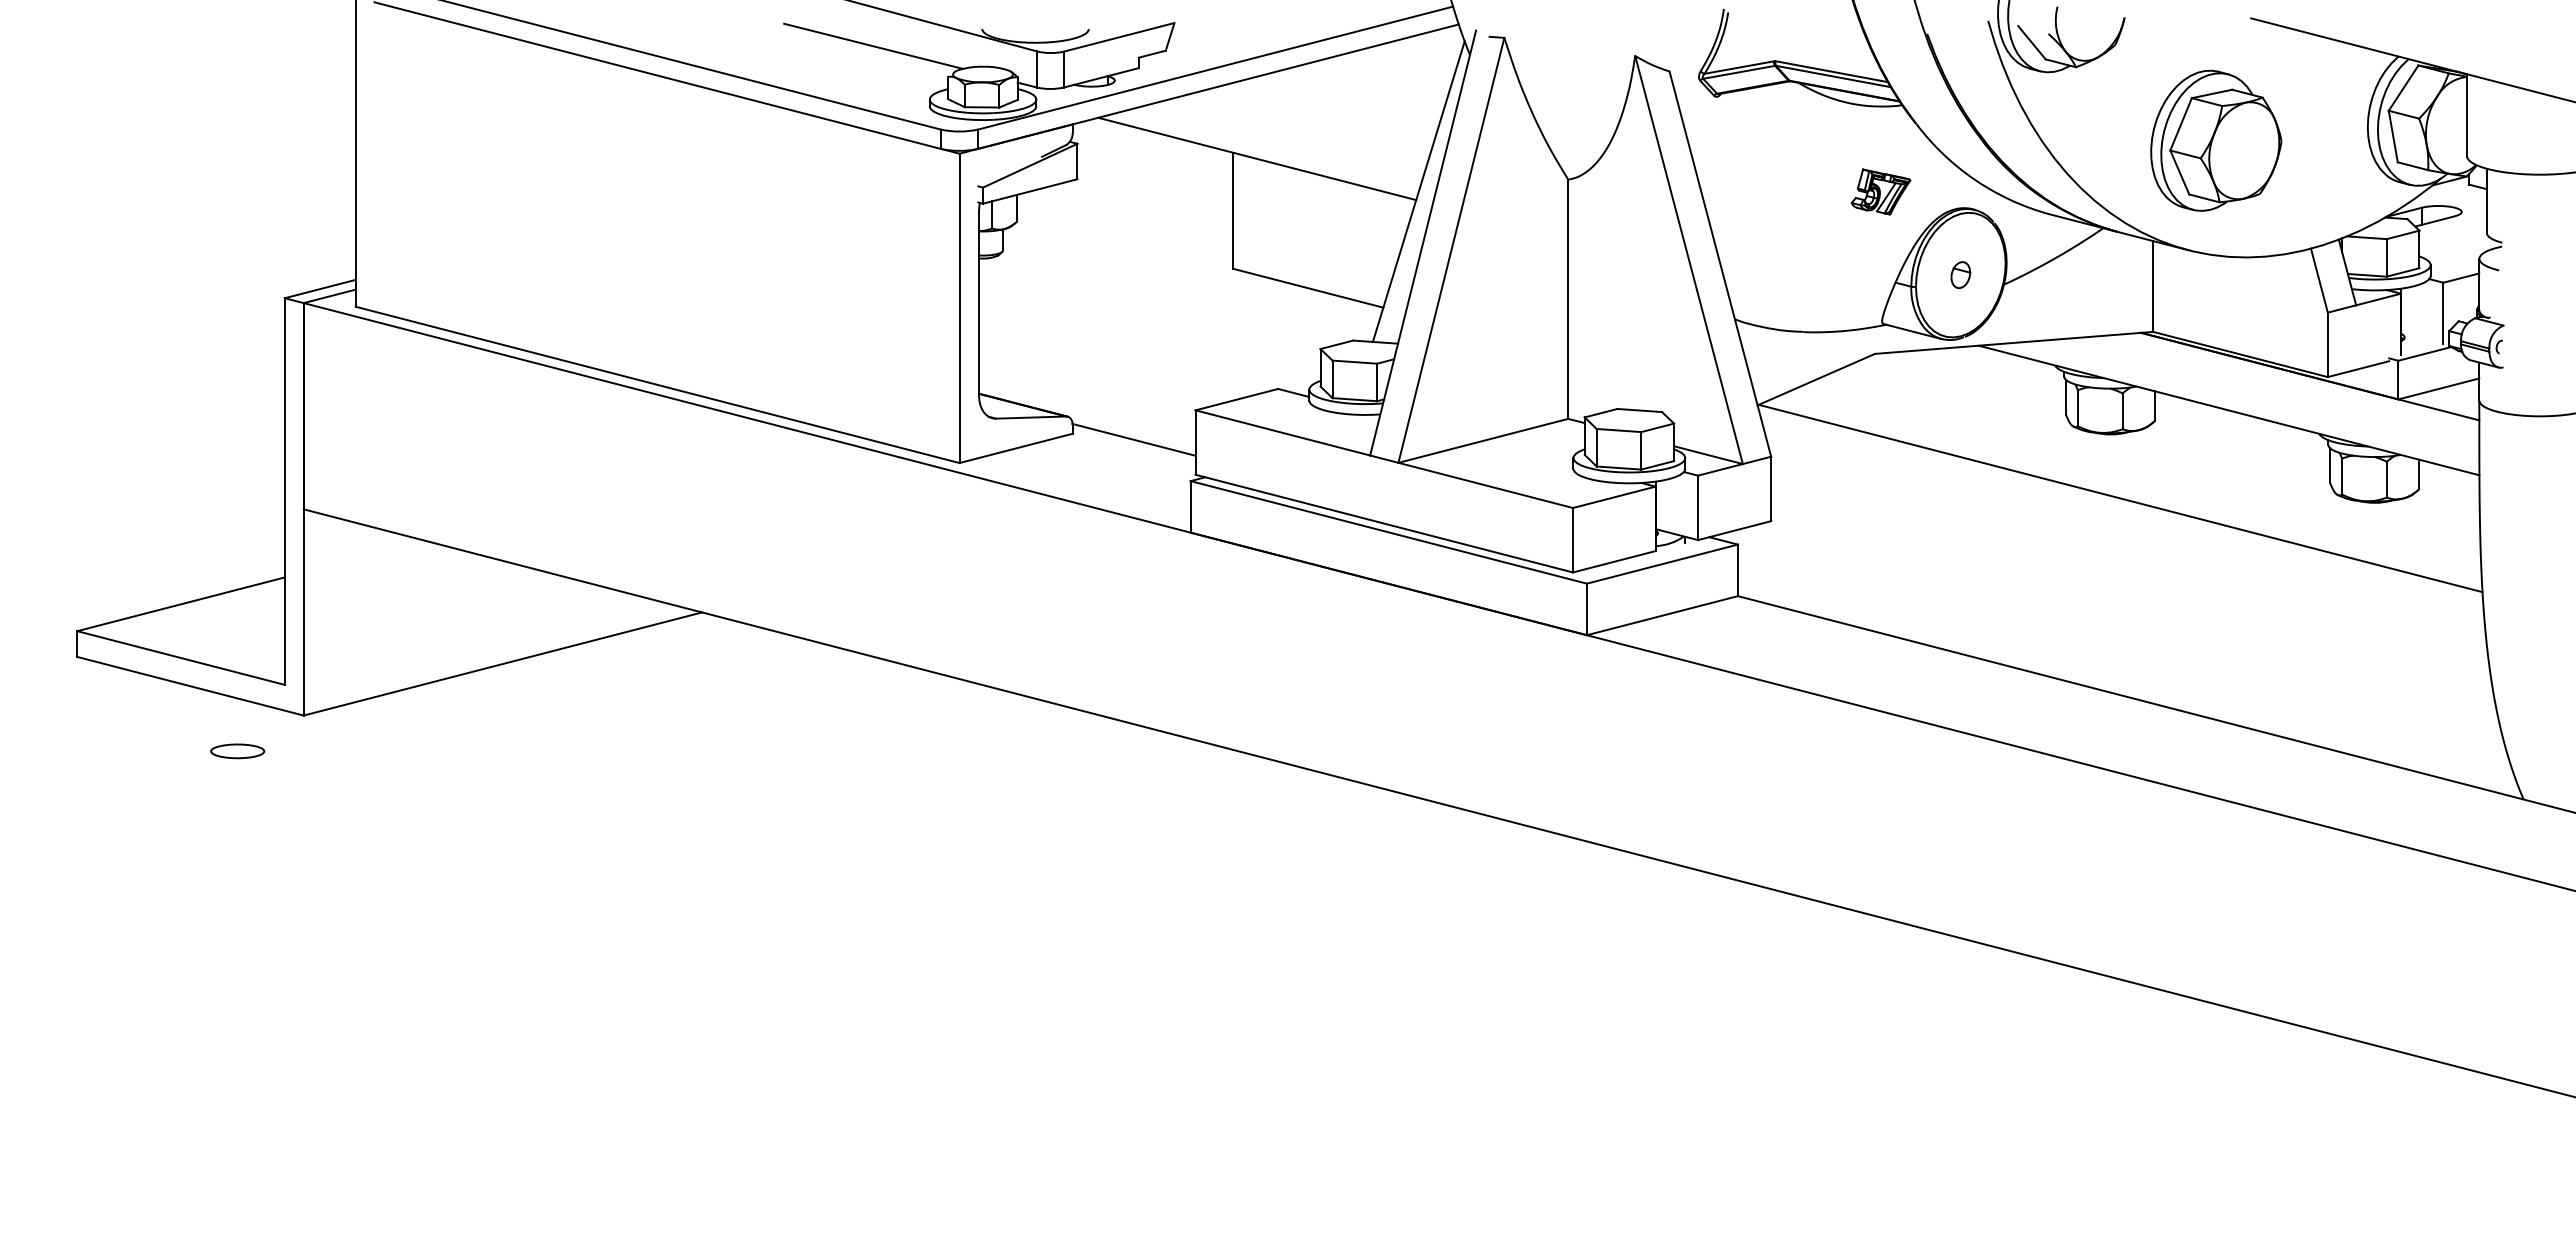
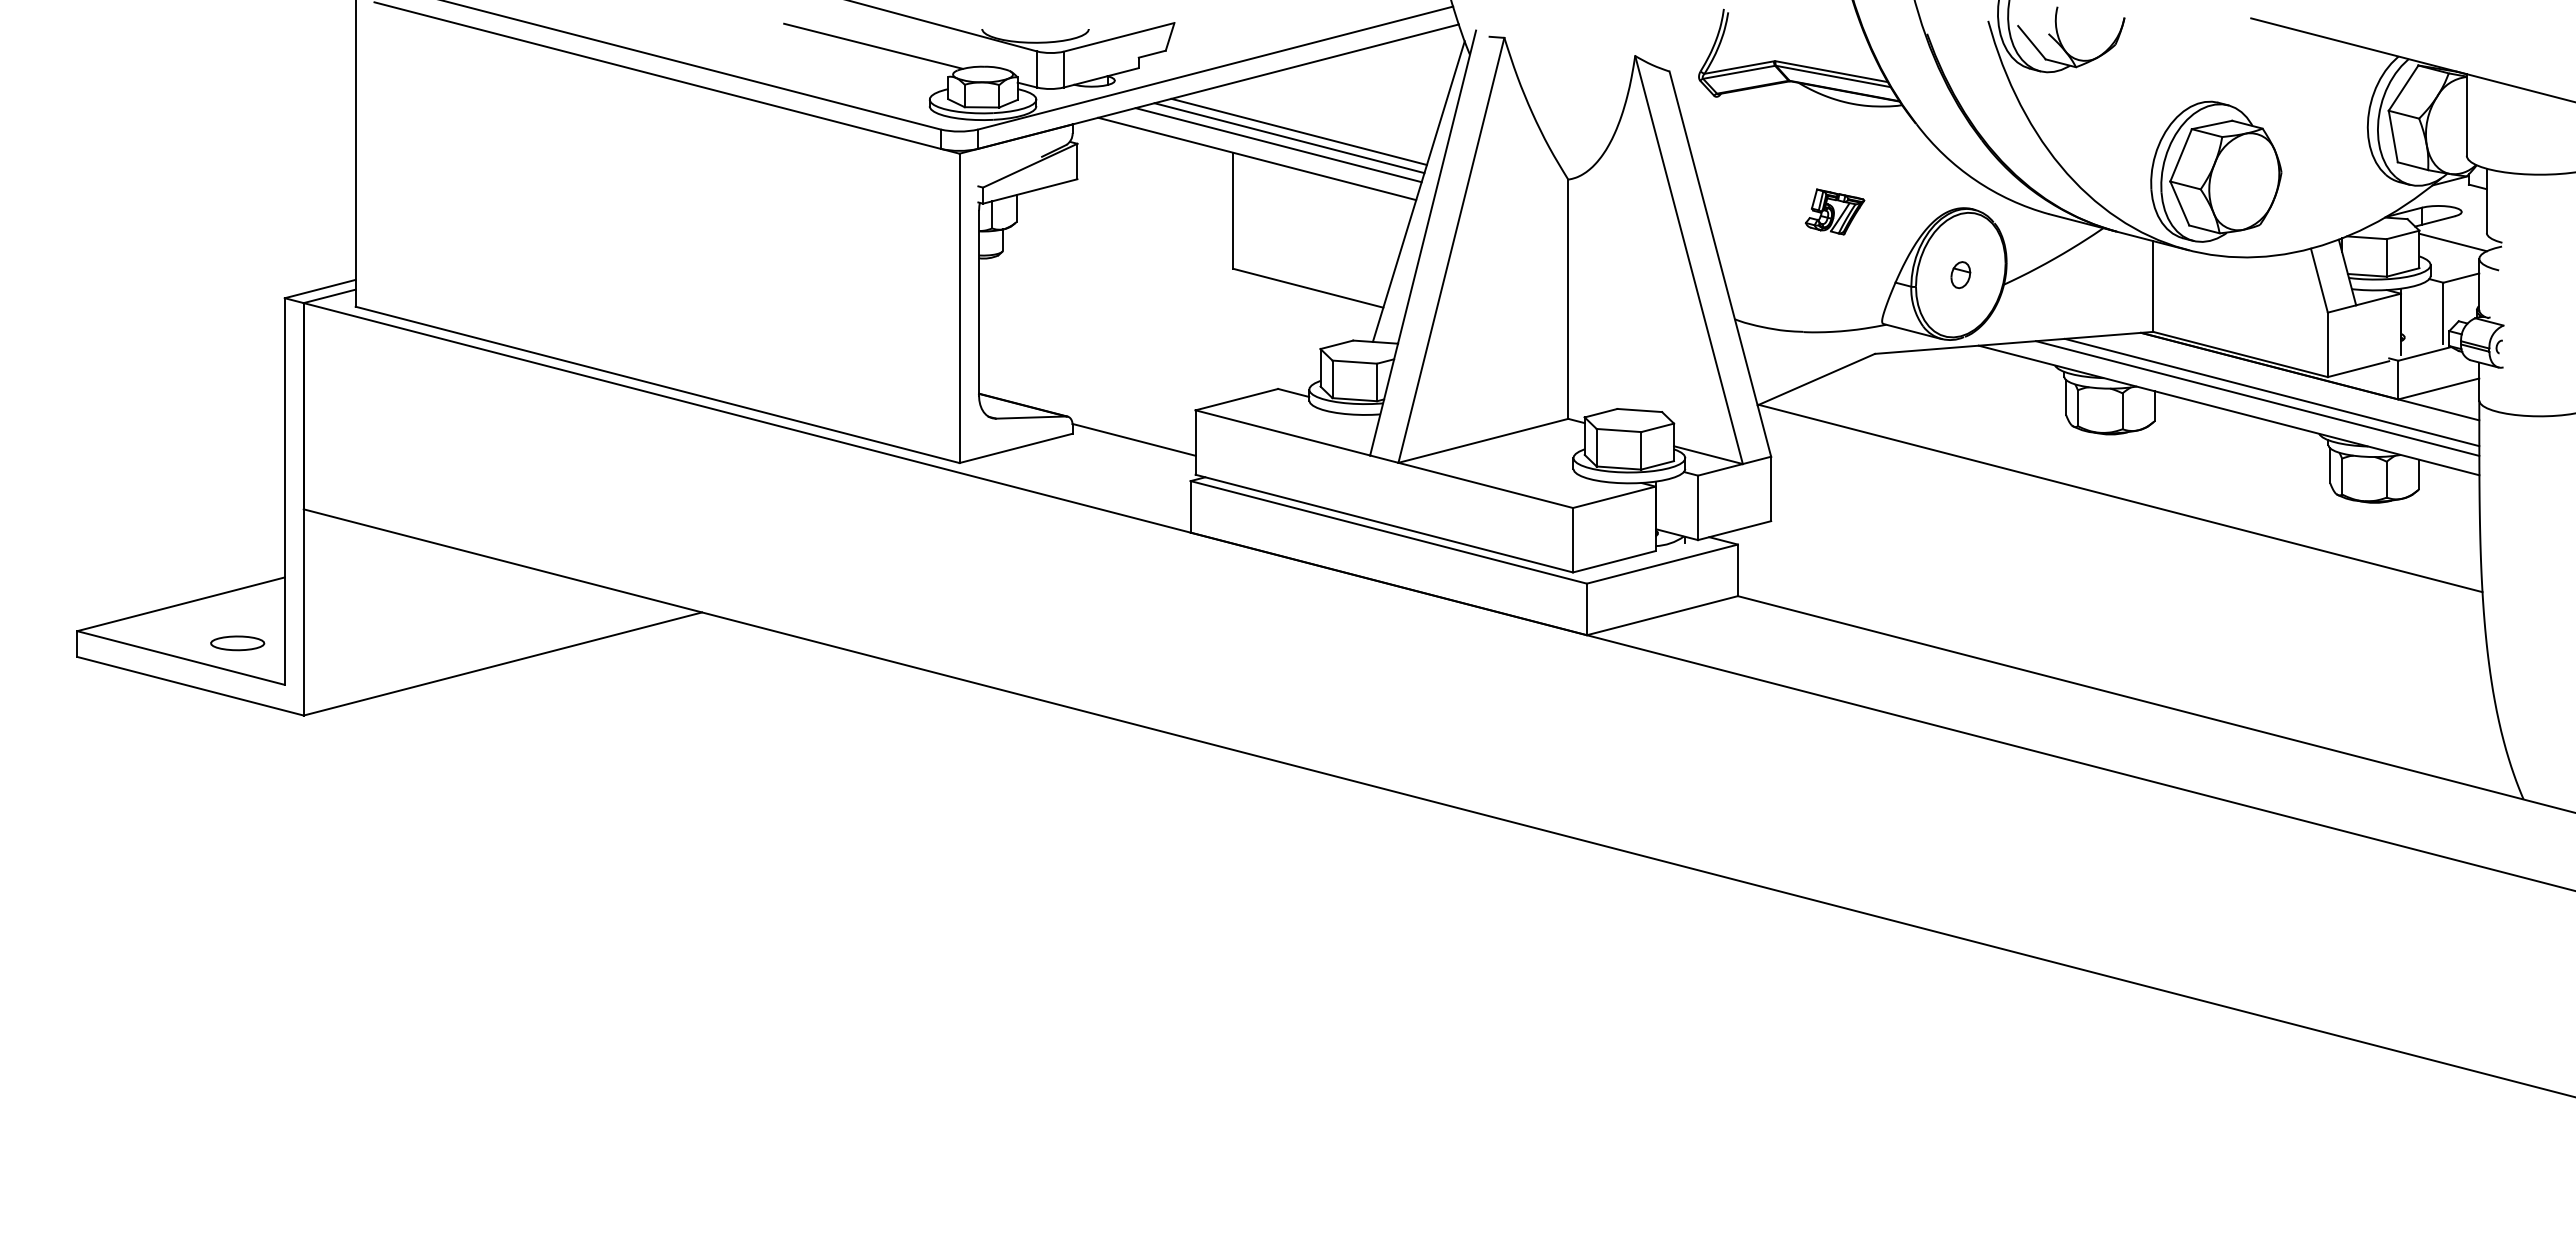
line at (1298, 131): none -> present
line at (1289, 138): none -> present
part at (2216, 140) position: (2216, 140) -> (2216, 171)
line at (1278, 145): none -> present
part at (1880, 191) position: (1880, 191) -> (1834, 211)
line at (2452, 242): none -> present
line at (2271, 392): none -> present
line at (2257, 398): none -> present
part at (237, 751) position: (237, 751) -> (237, 643)
